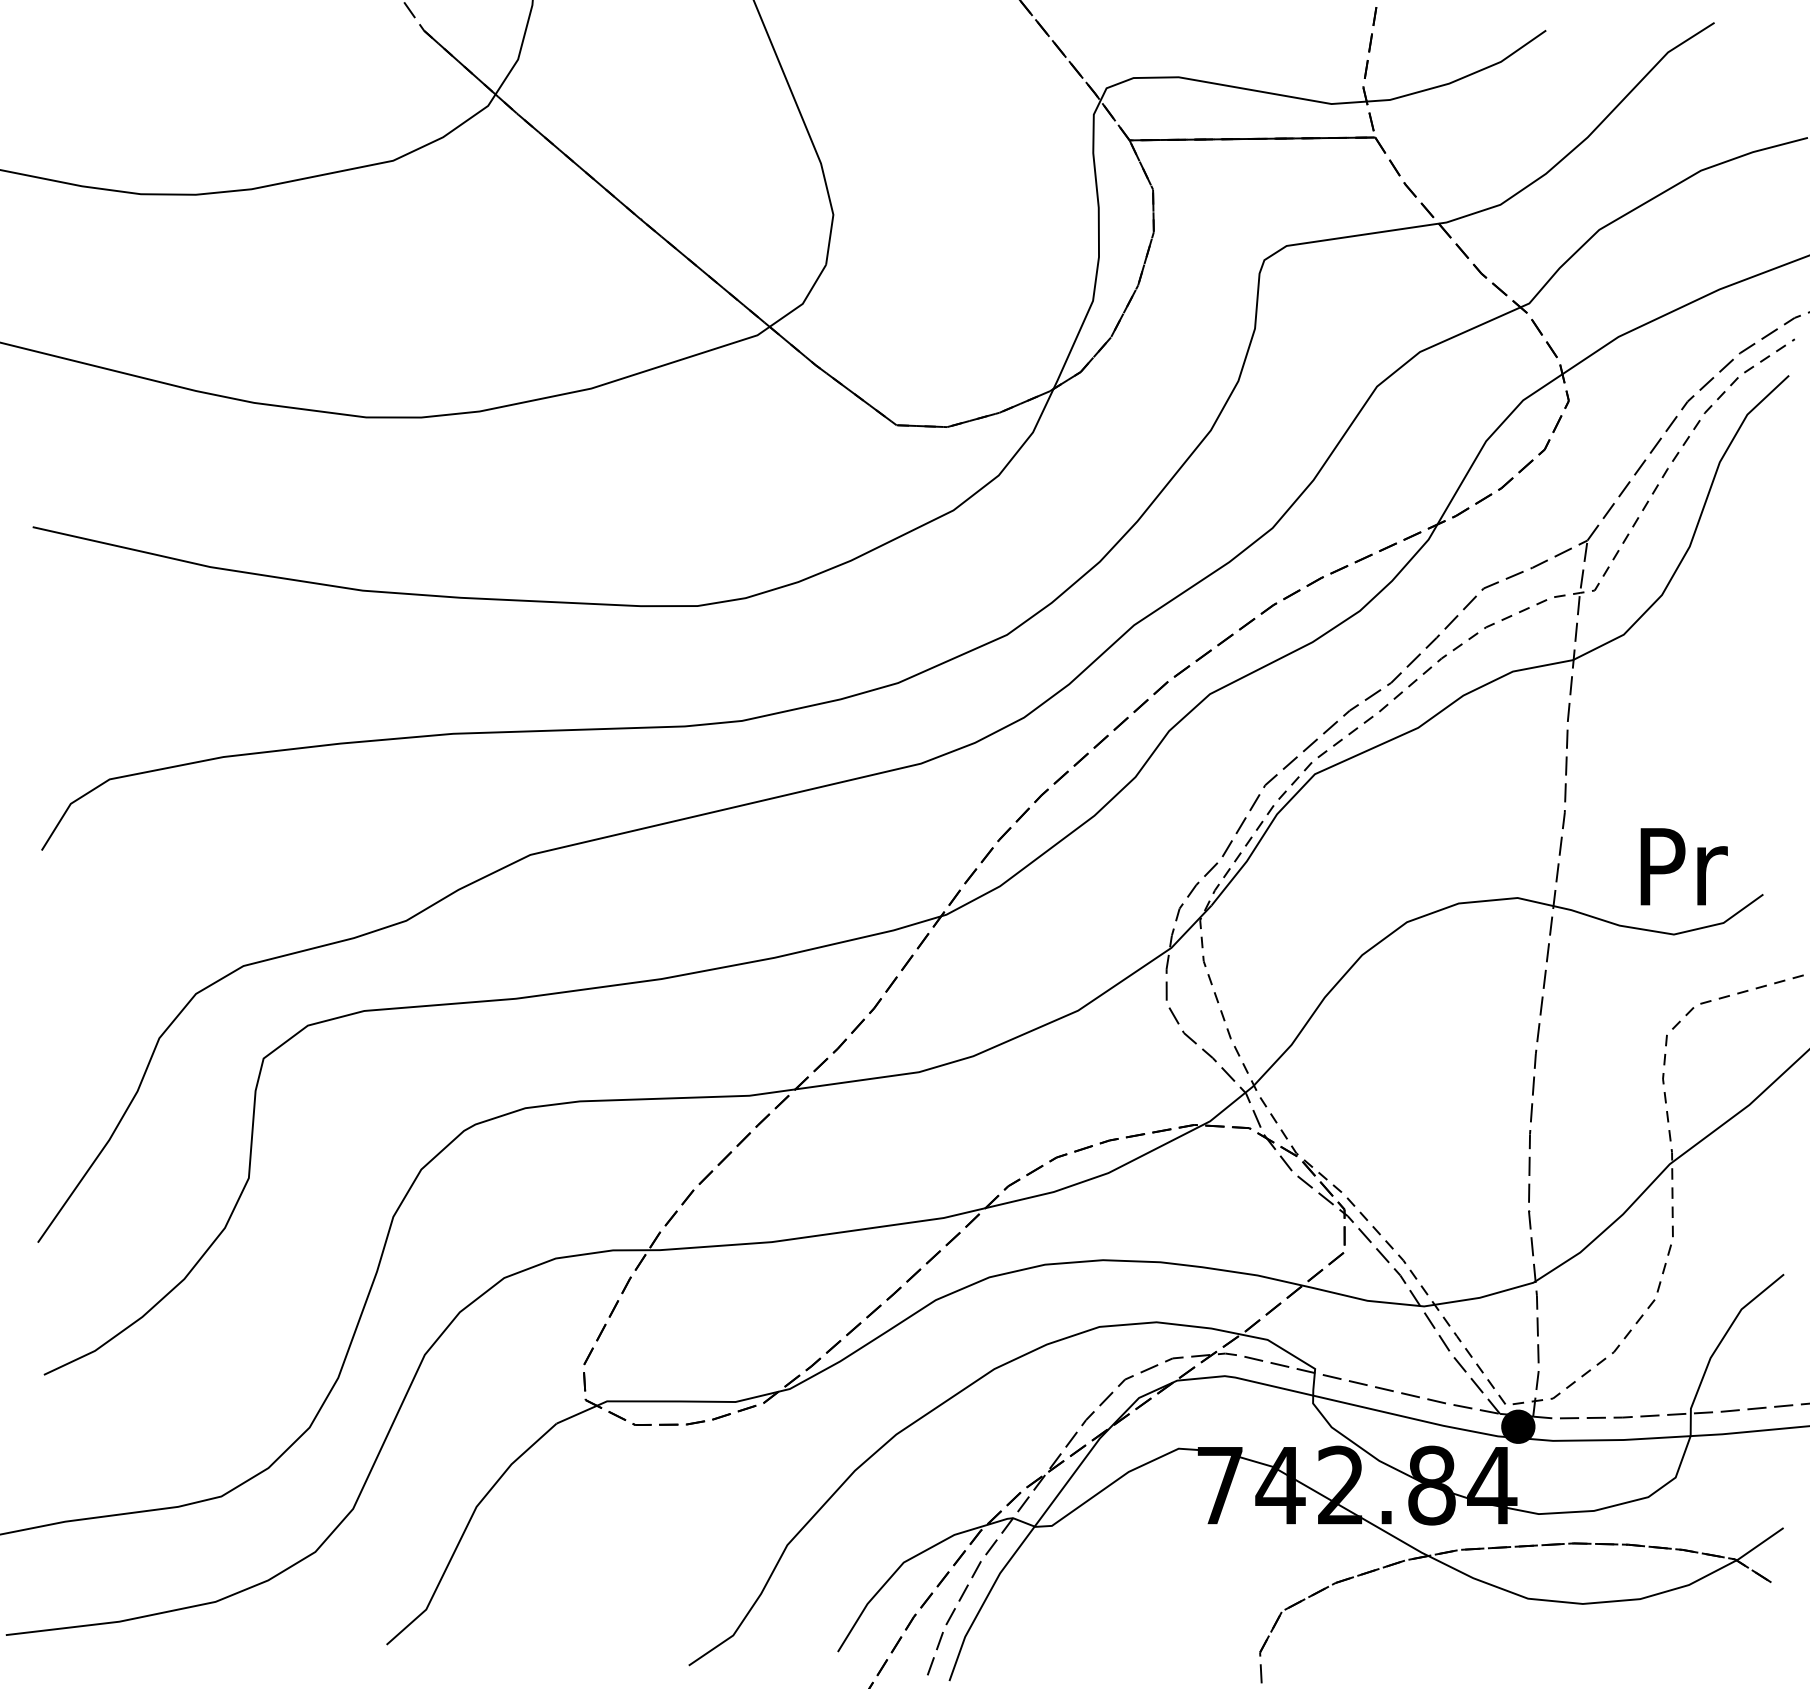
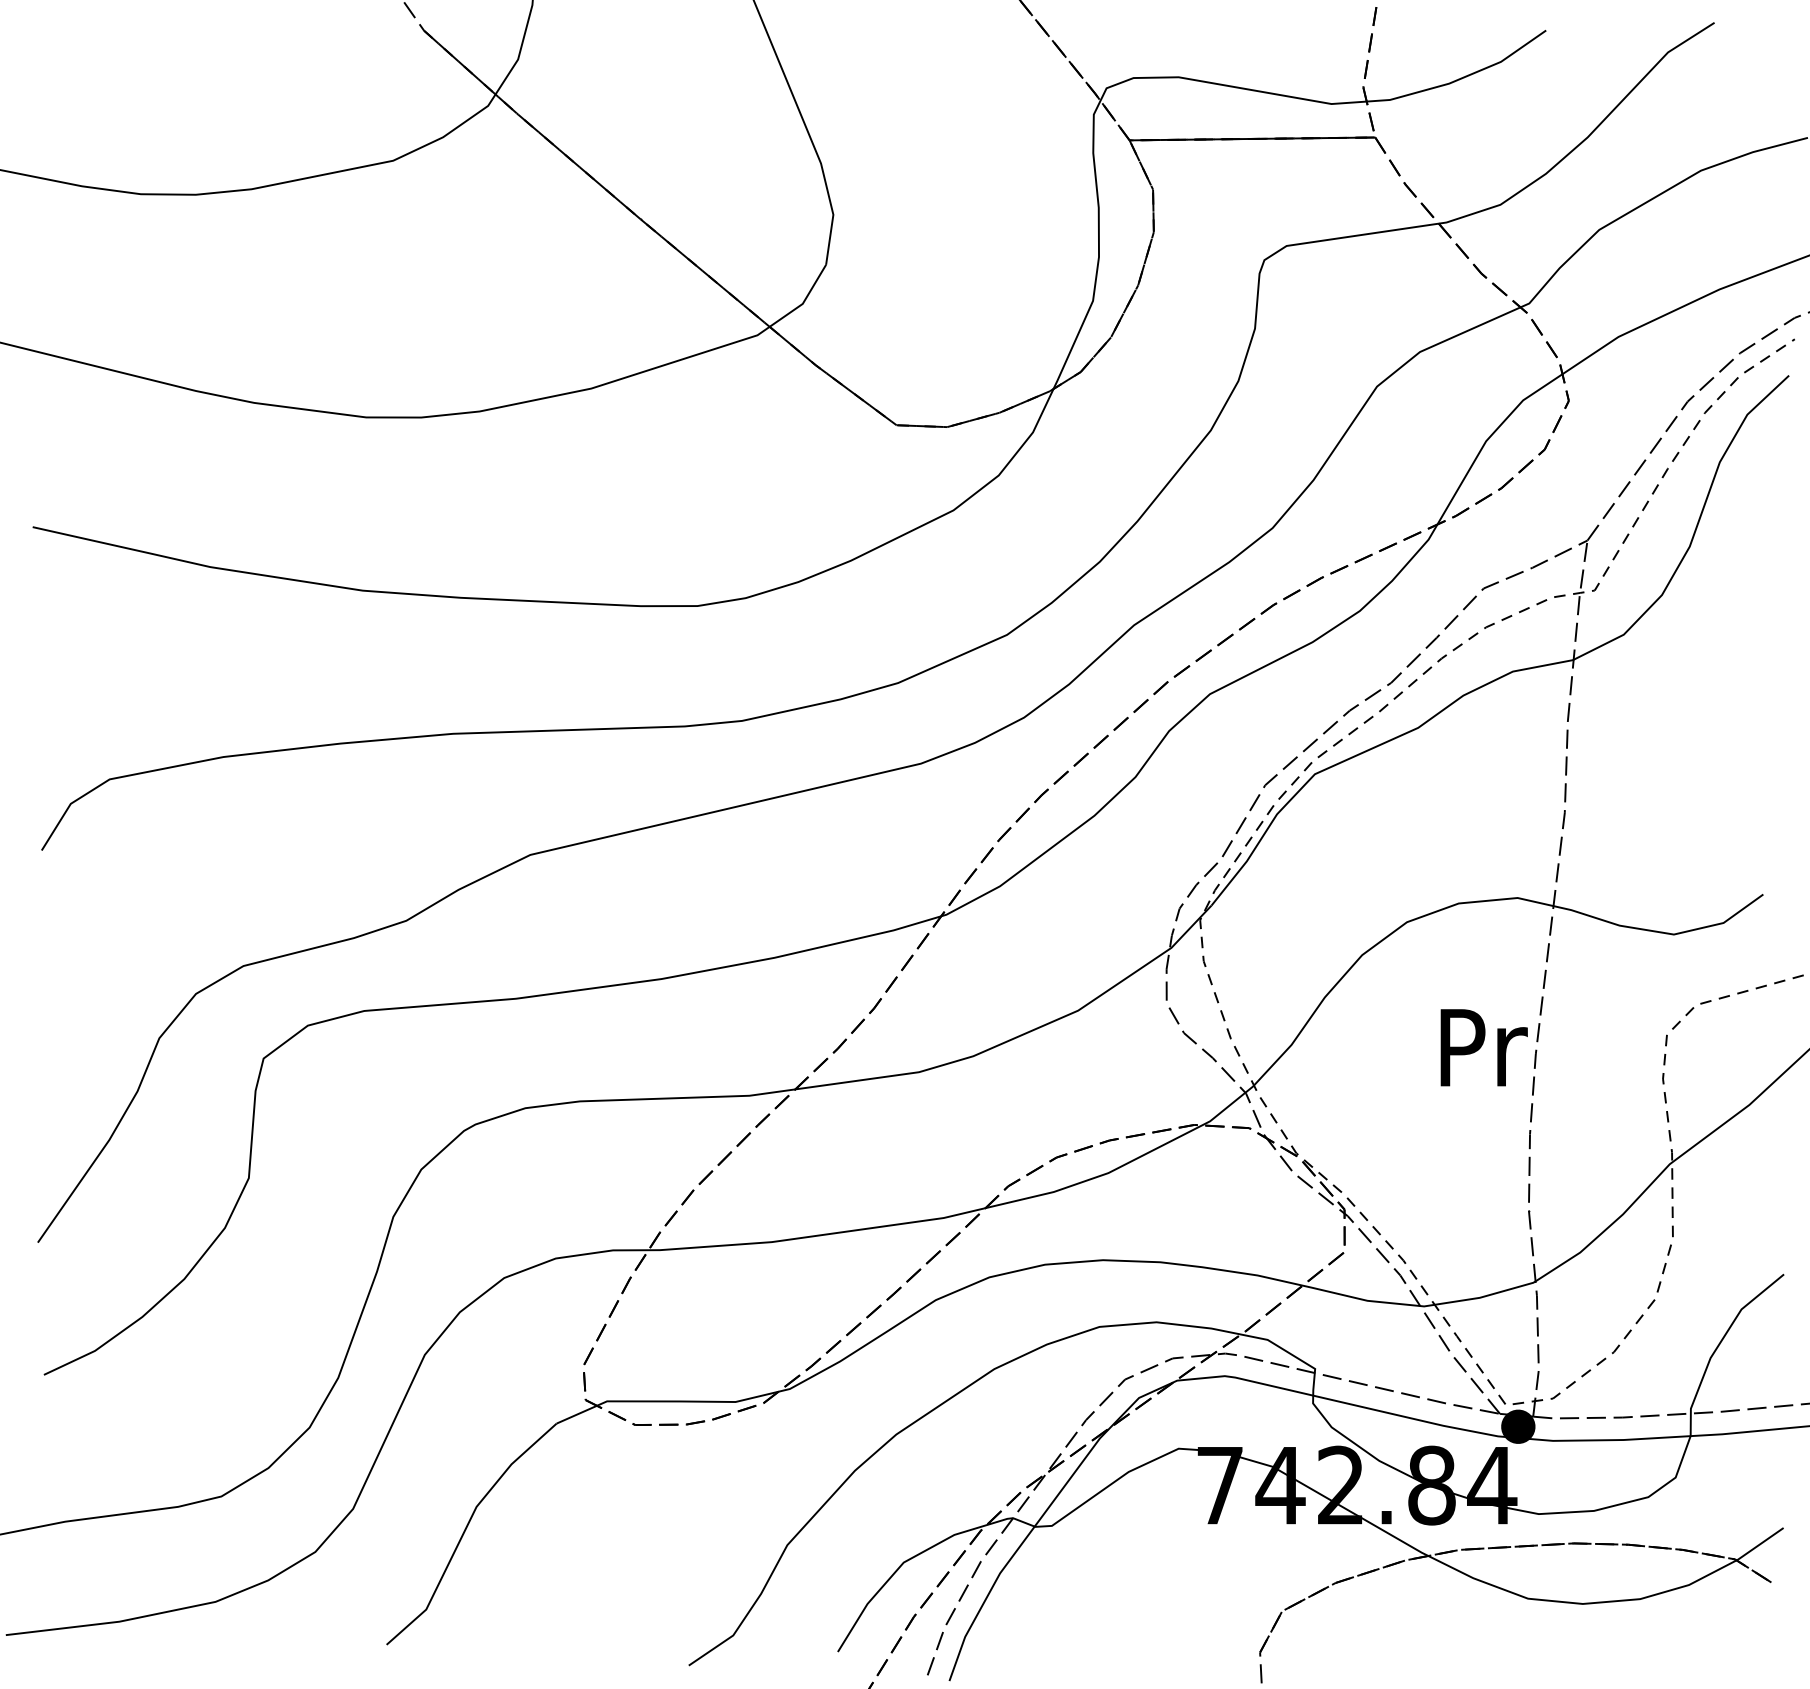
text at (1683, 866) position: (1683, 866) -> (1483, 1047)
